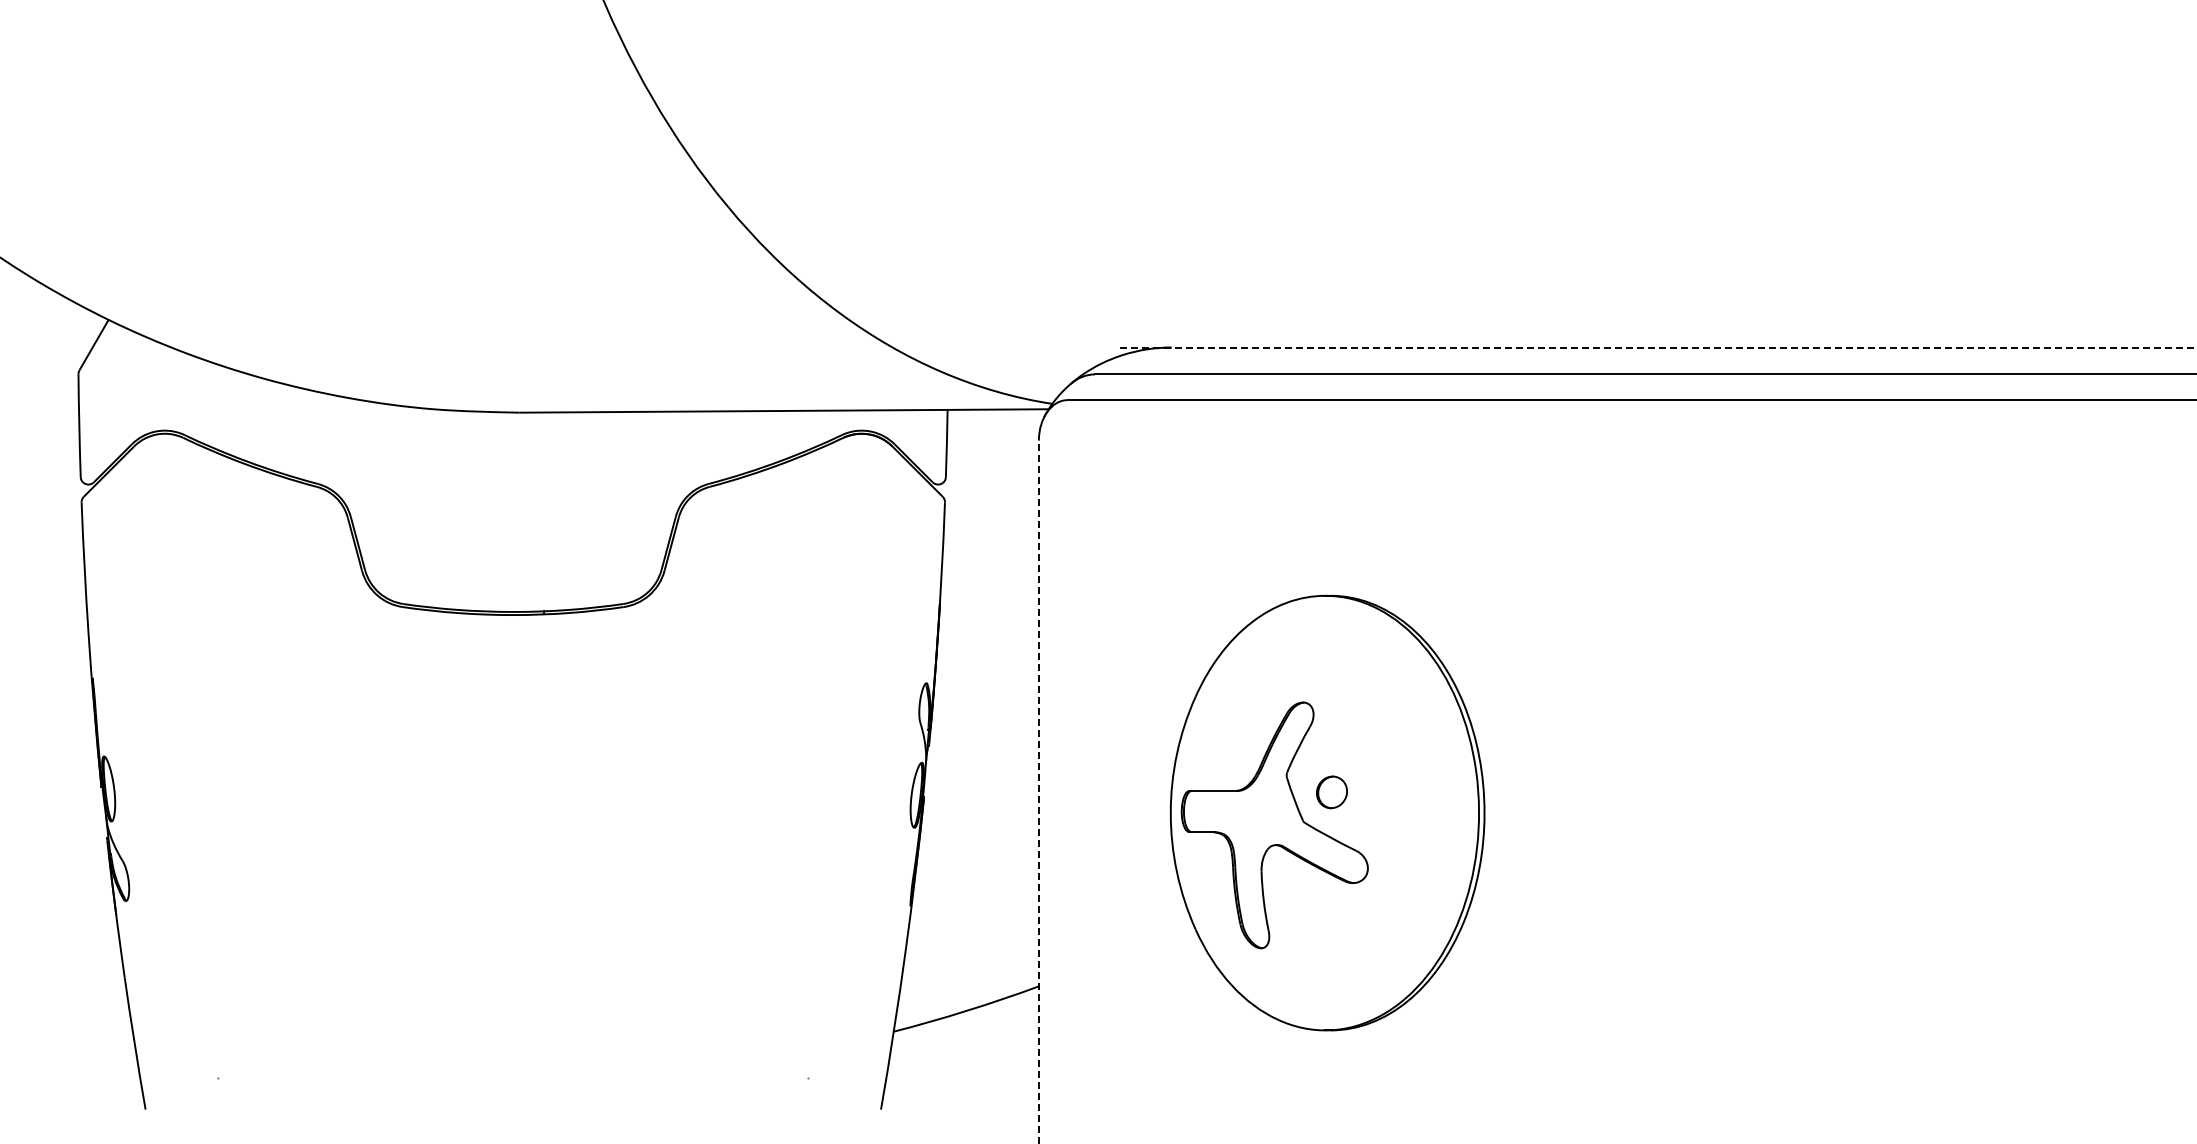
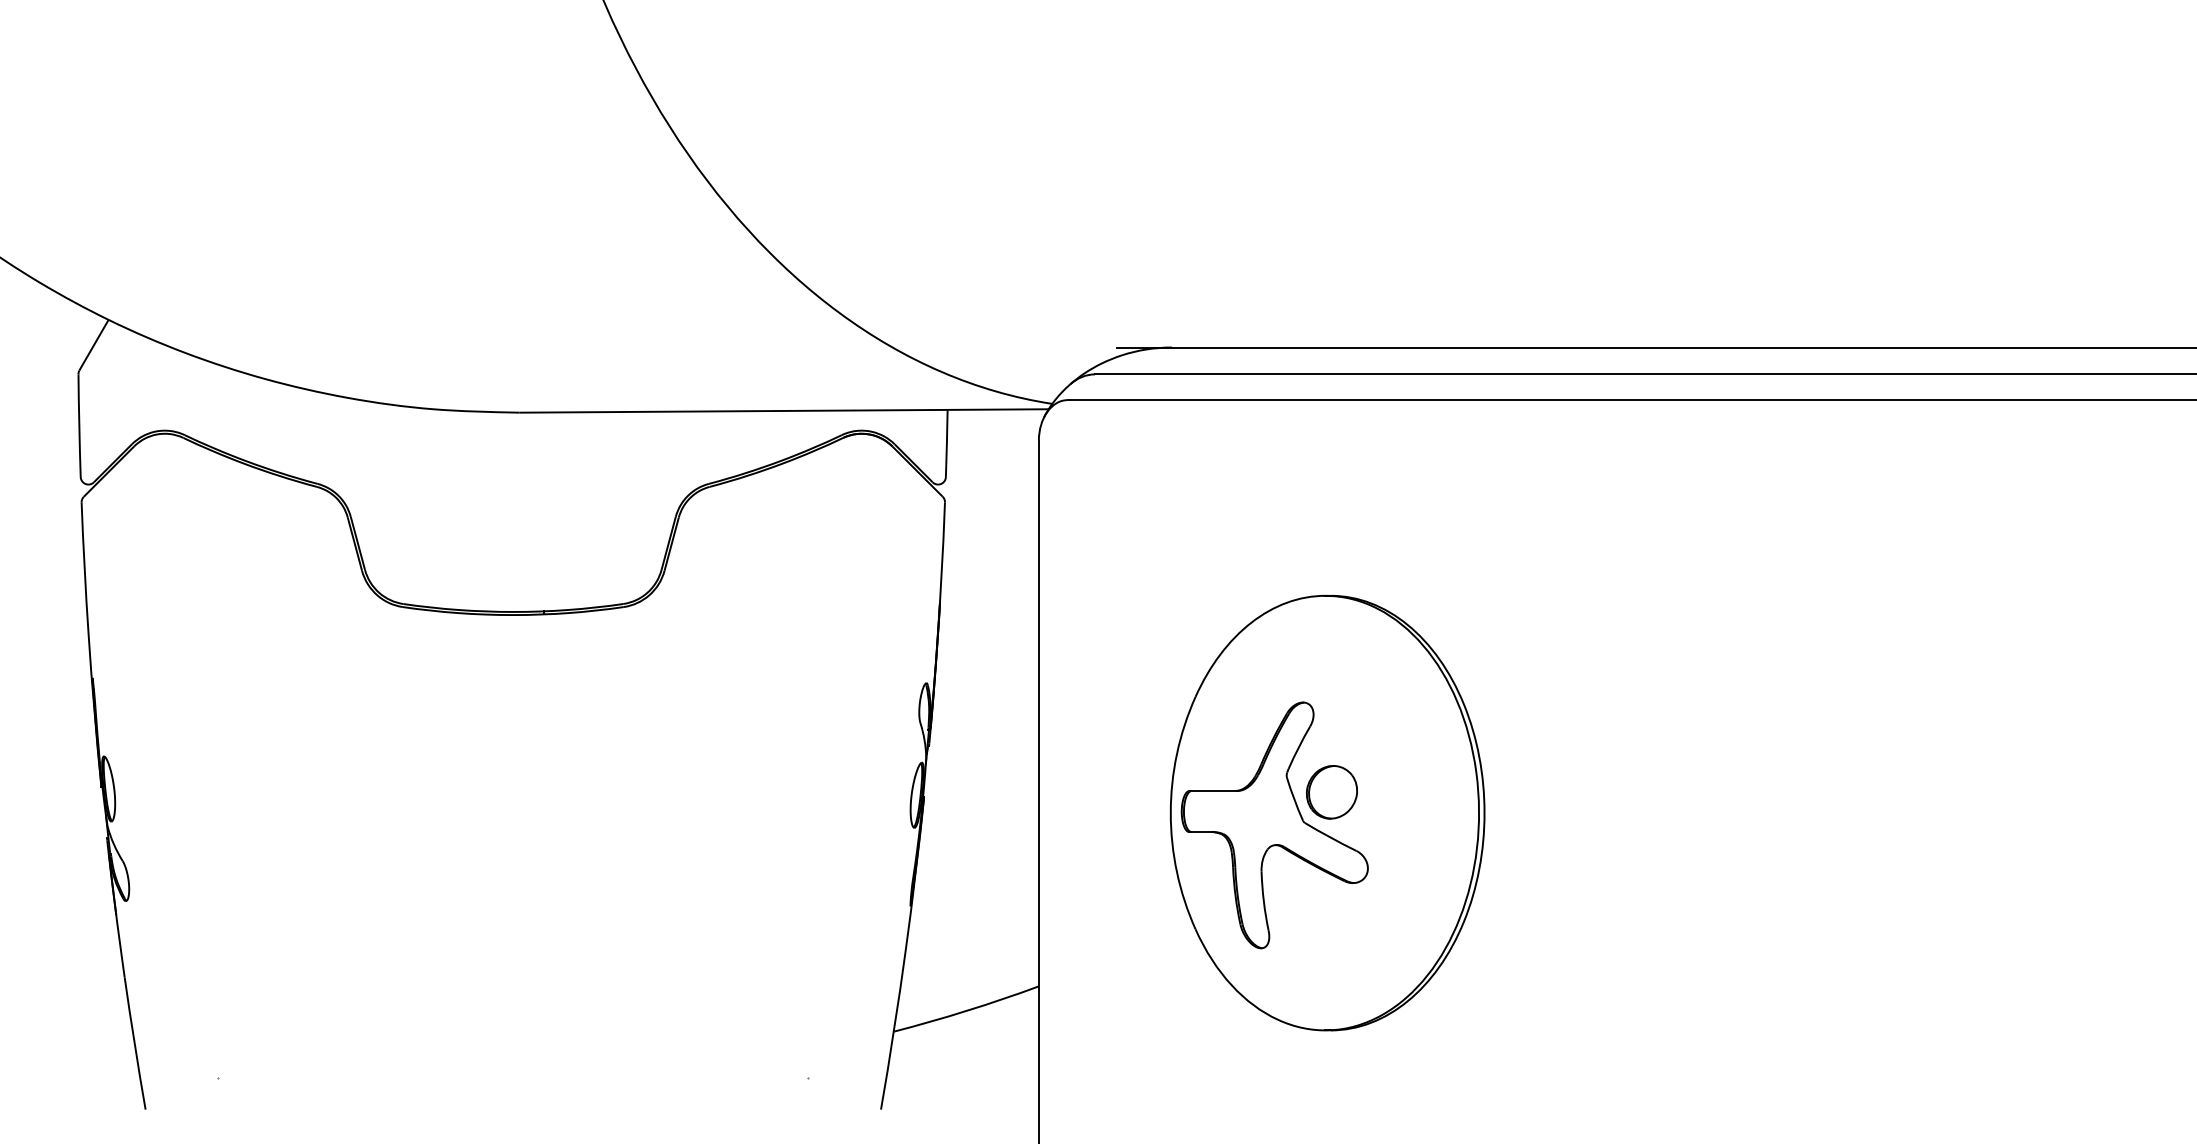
line at (1656, 347): dashed -> solid
line at (1038, 791): dashed -> solid
part at (1331, 792) size: 32x35 px -> 52x55 px
